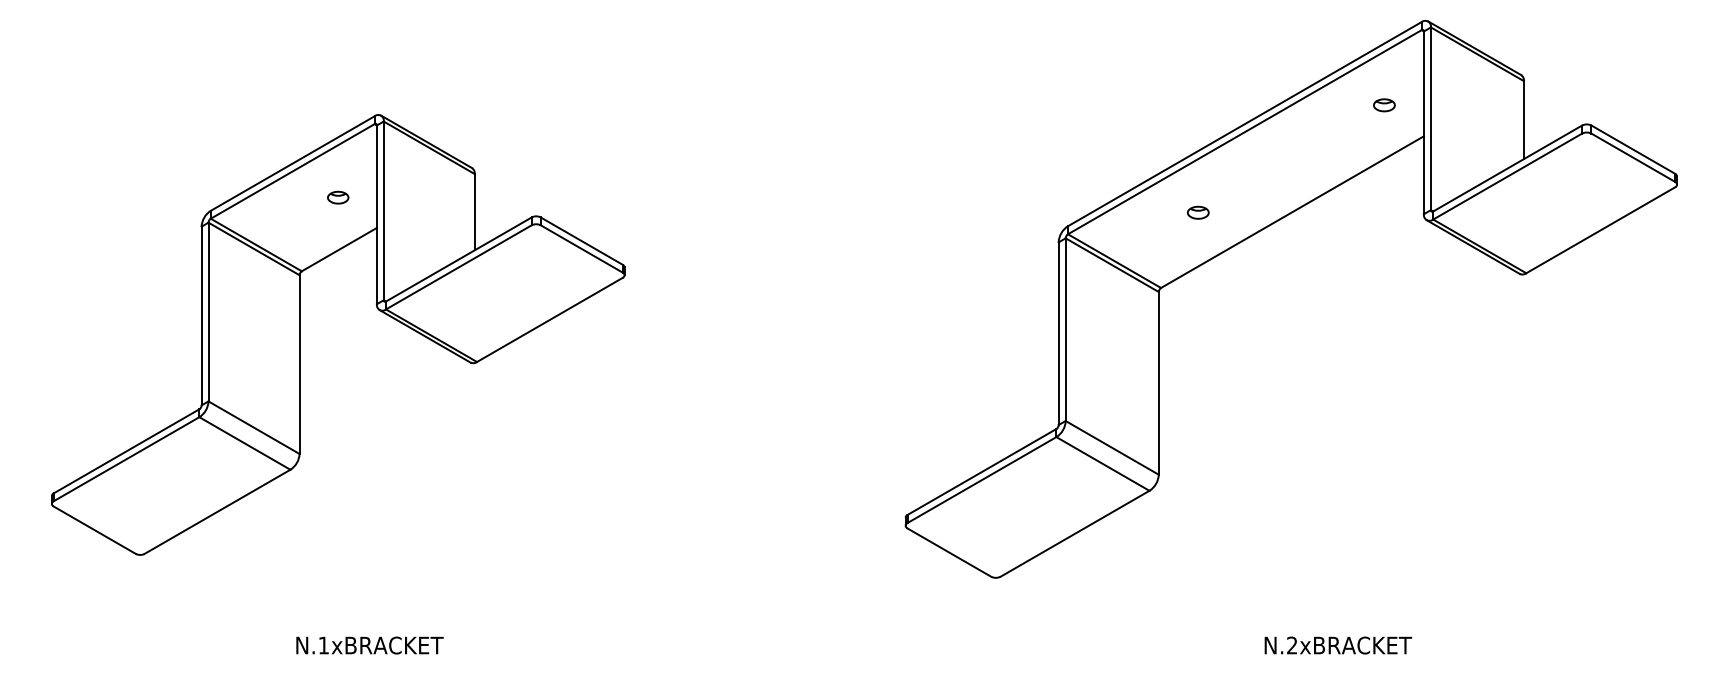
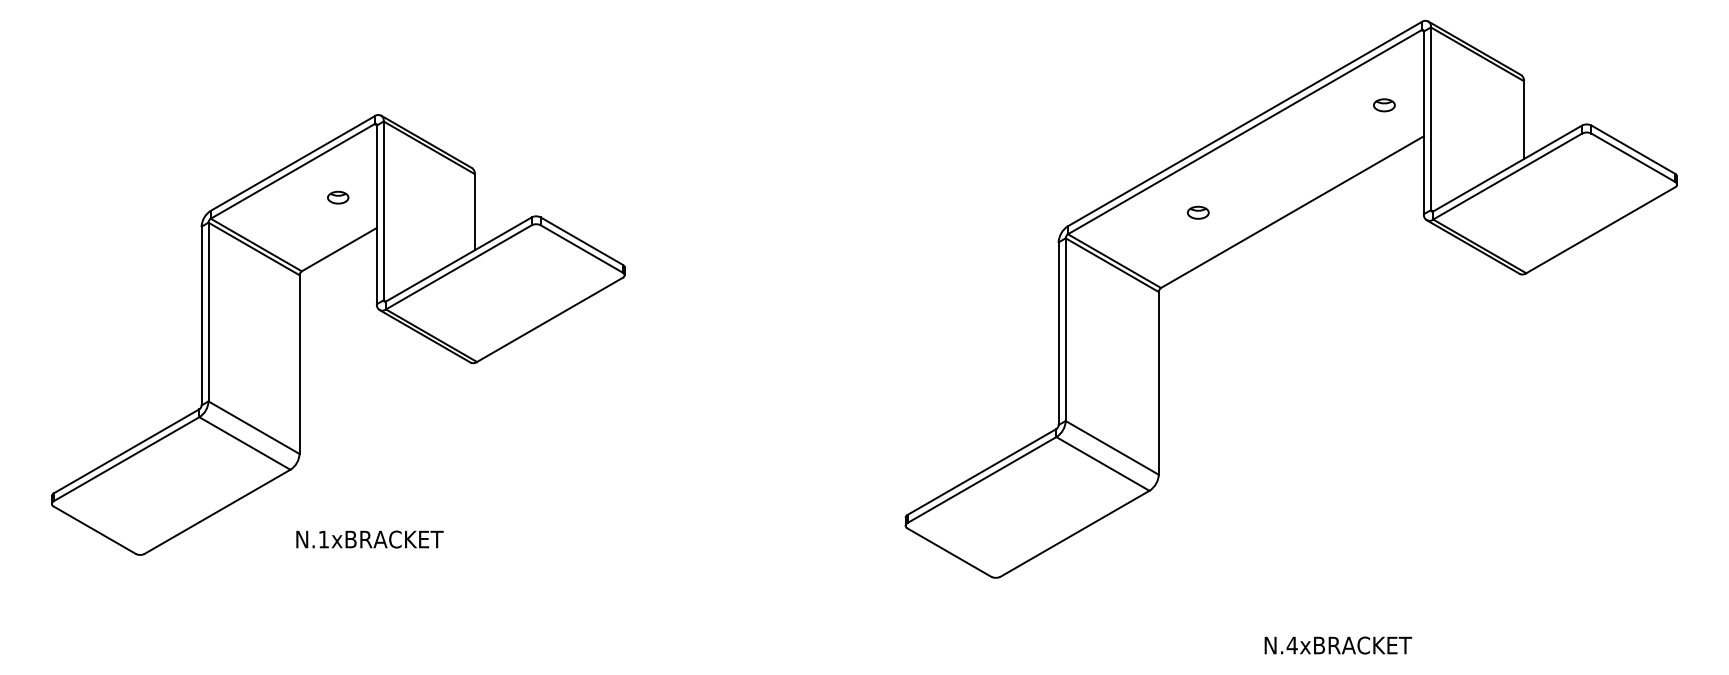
text at (369, 645) position: (369, 645) -> (369, 539)
text at (1291, 645): N.2xBRACKET -> N.4xBRACKET
